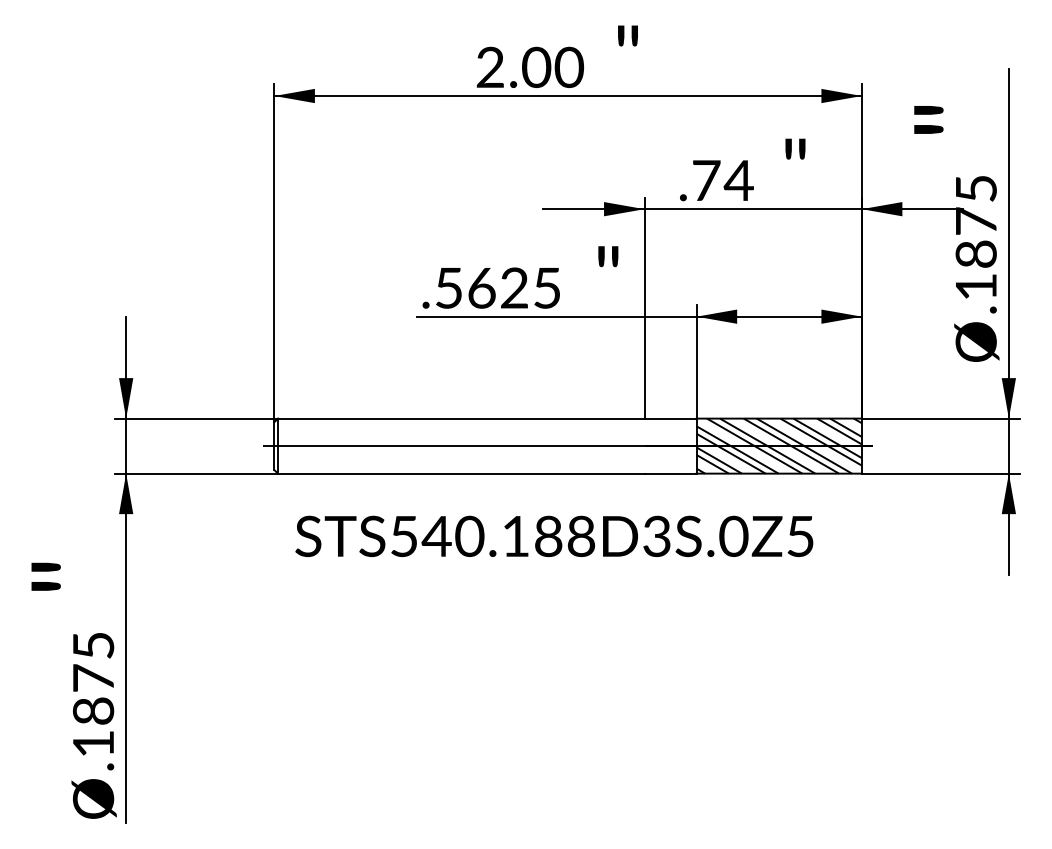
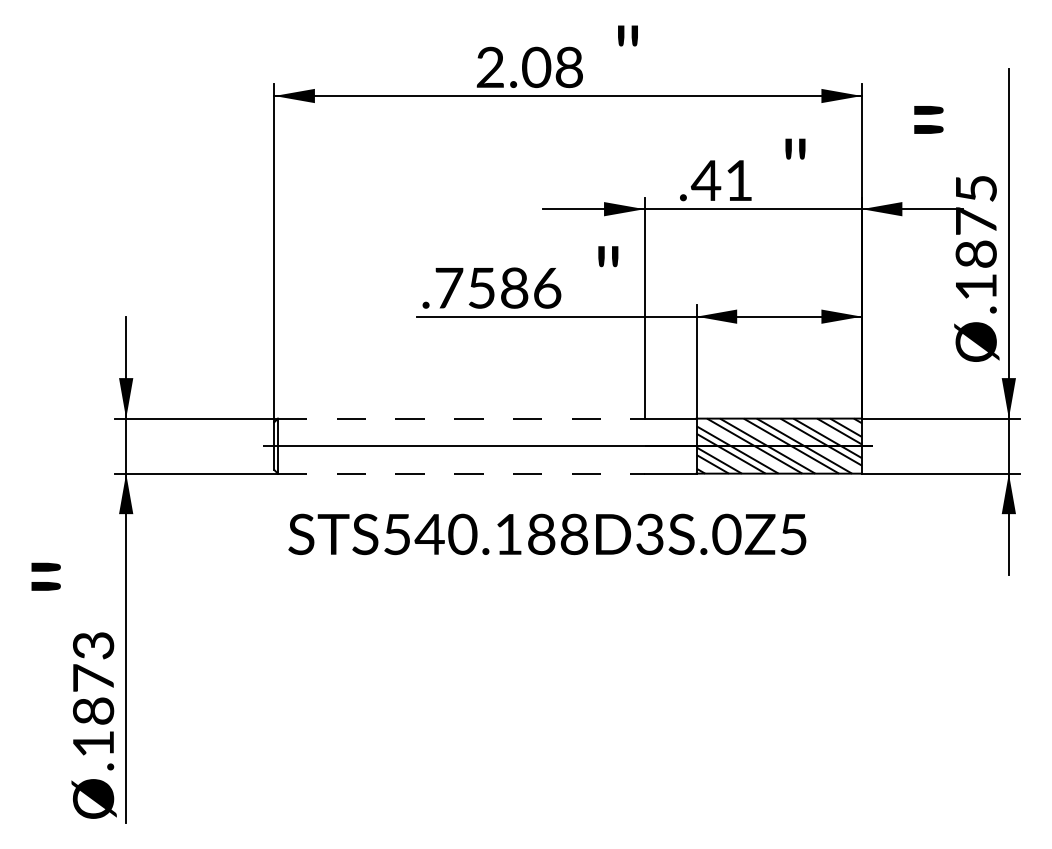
text at (569, 67): 2.00 -> 2.08
text at (721, 180): .74 -> .41
text at (498, 288): .5625 -> .7586
line at (461, 418): solid -> dashed
line at (461, 473): solid -> dashed
text at (554, 536) position: (554, 536) -> (547, 534)
text at (93, 645): .1875 -> .1873
